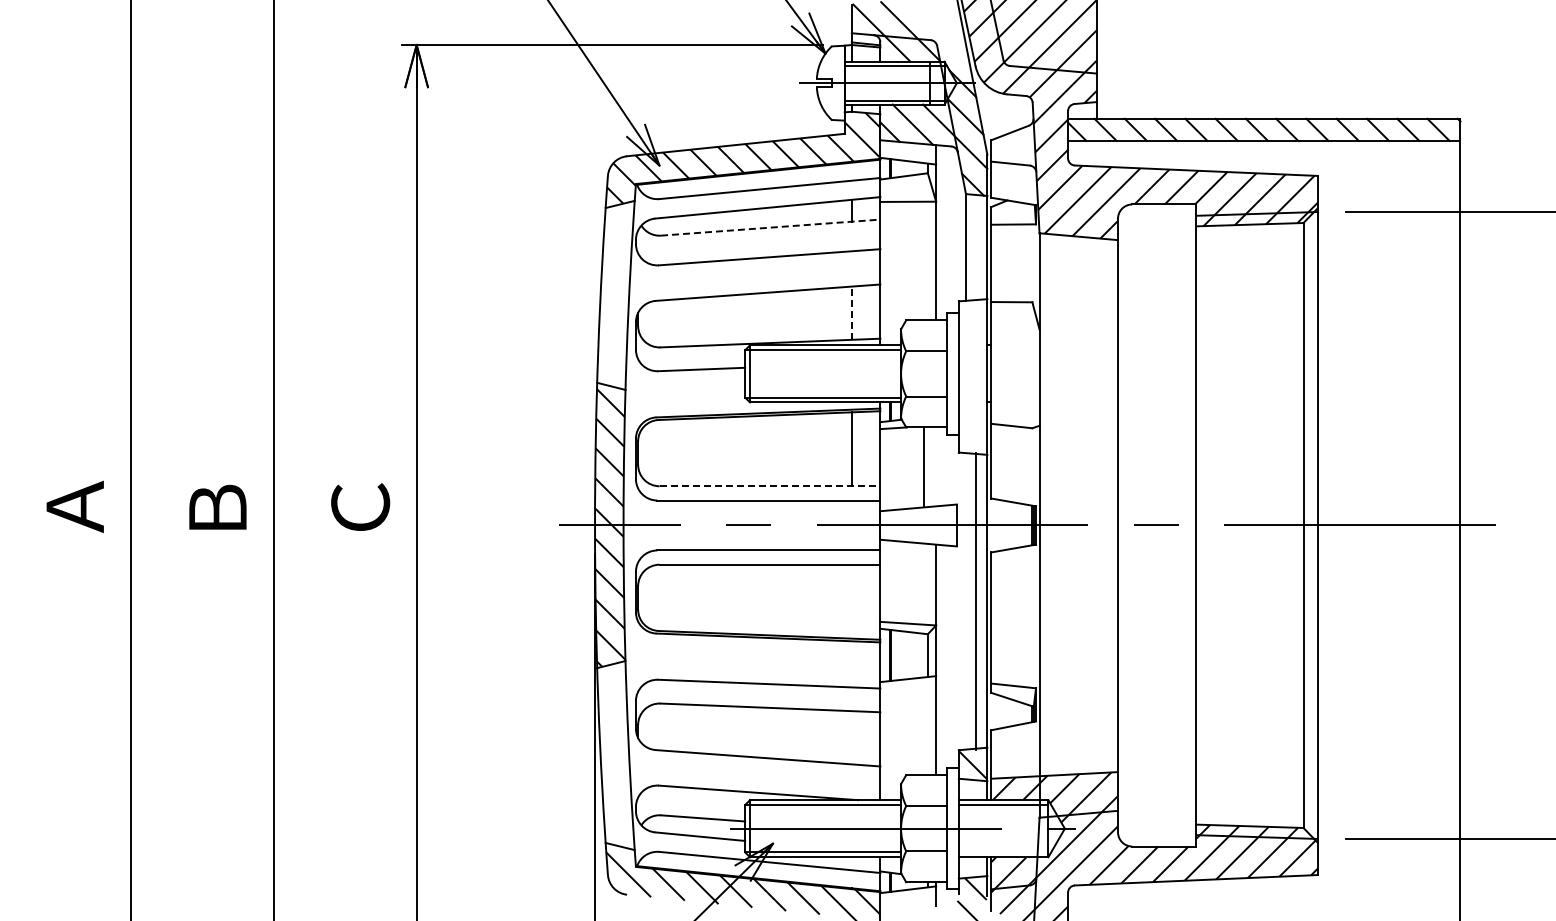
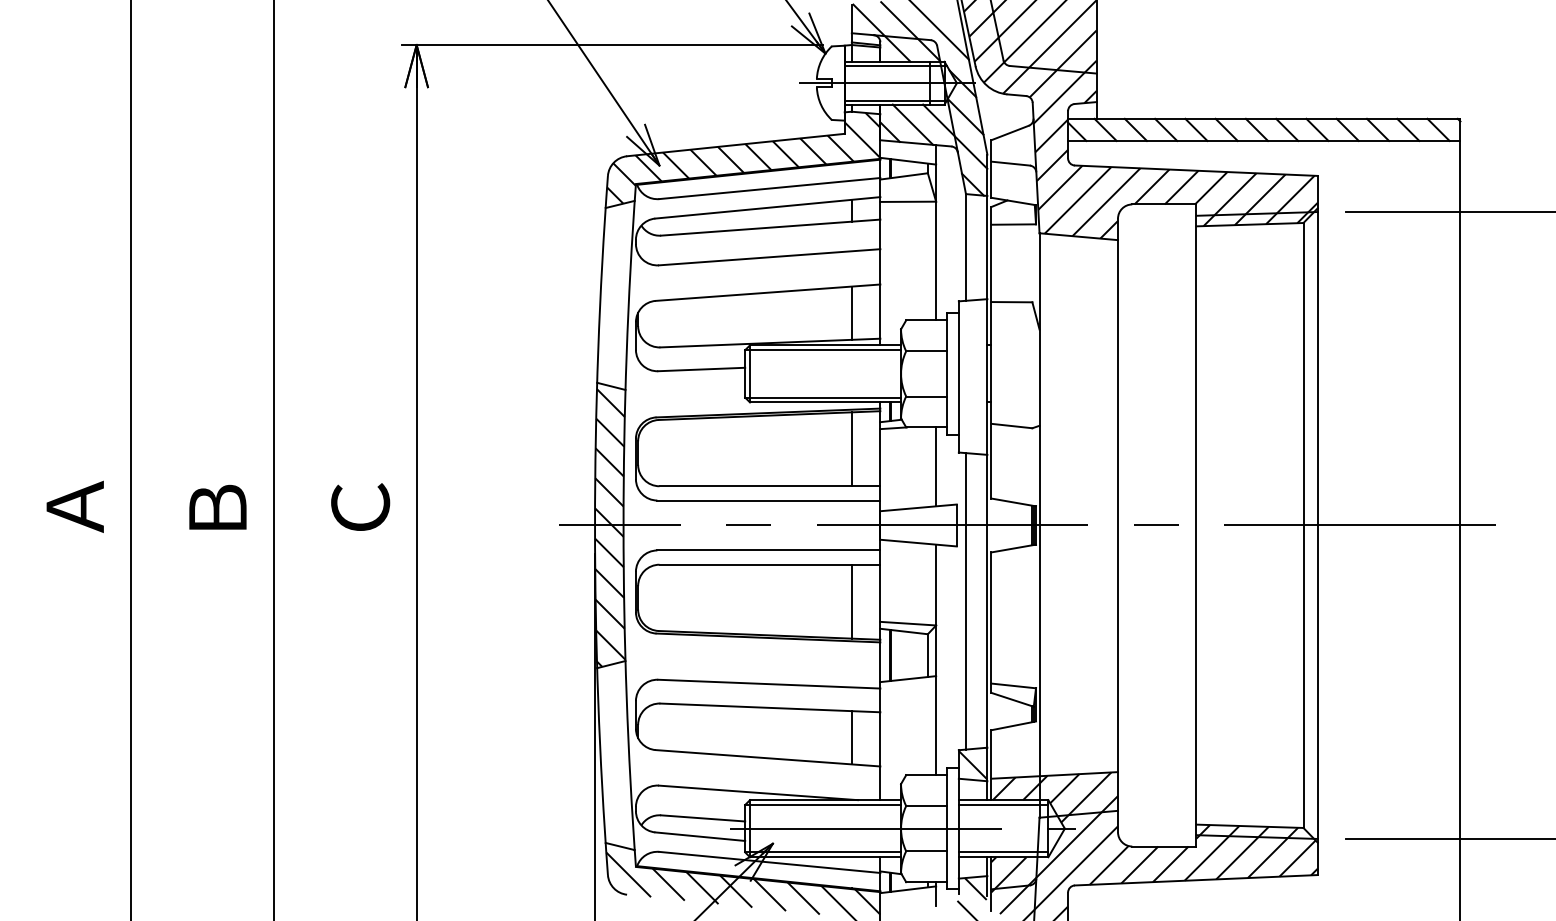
line at (939, 30): none -> present
line at (770, 227): dashed -> solid
line at (851, 313): dashed -> solid
line at (924, 466) position: (924, 466) -> (936, 466)
line at (770, 486): dashed -> solid
line at (851, 601): none -> present
line at (975, 601) position: (975, 601) -> (965, 601)
line at (851, 737): none -> present
line at (1003, 852): none -> present
